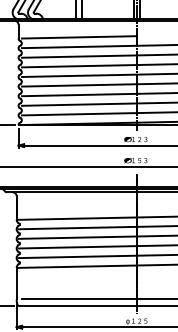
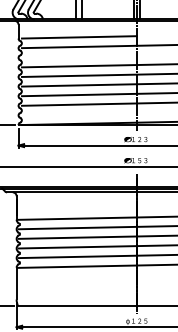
line at (97, 55): present -> none
line at (97, 113): present -> none
line at (97, 299): present -> none
